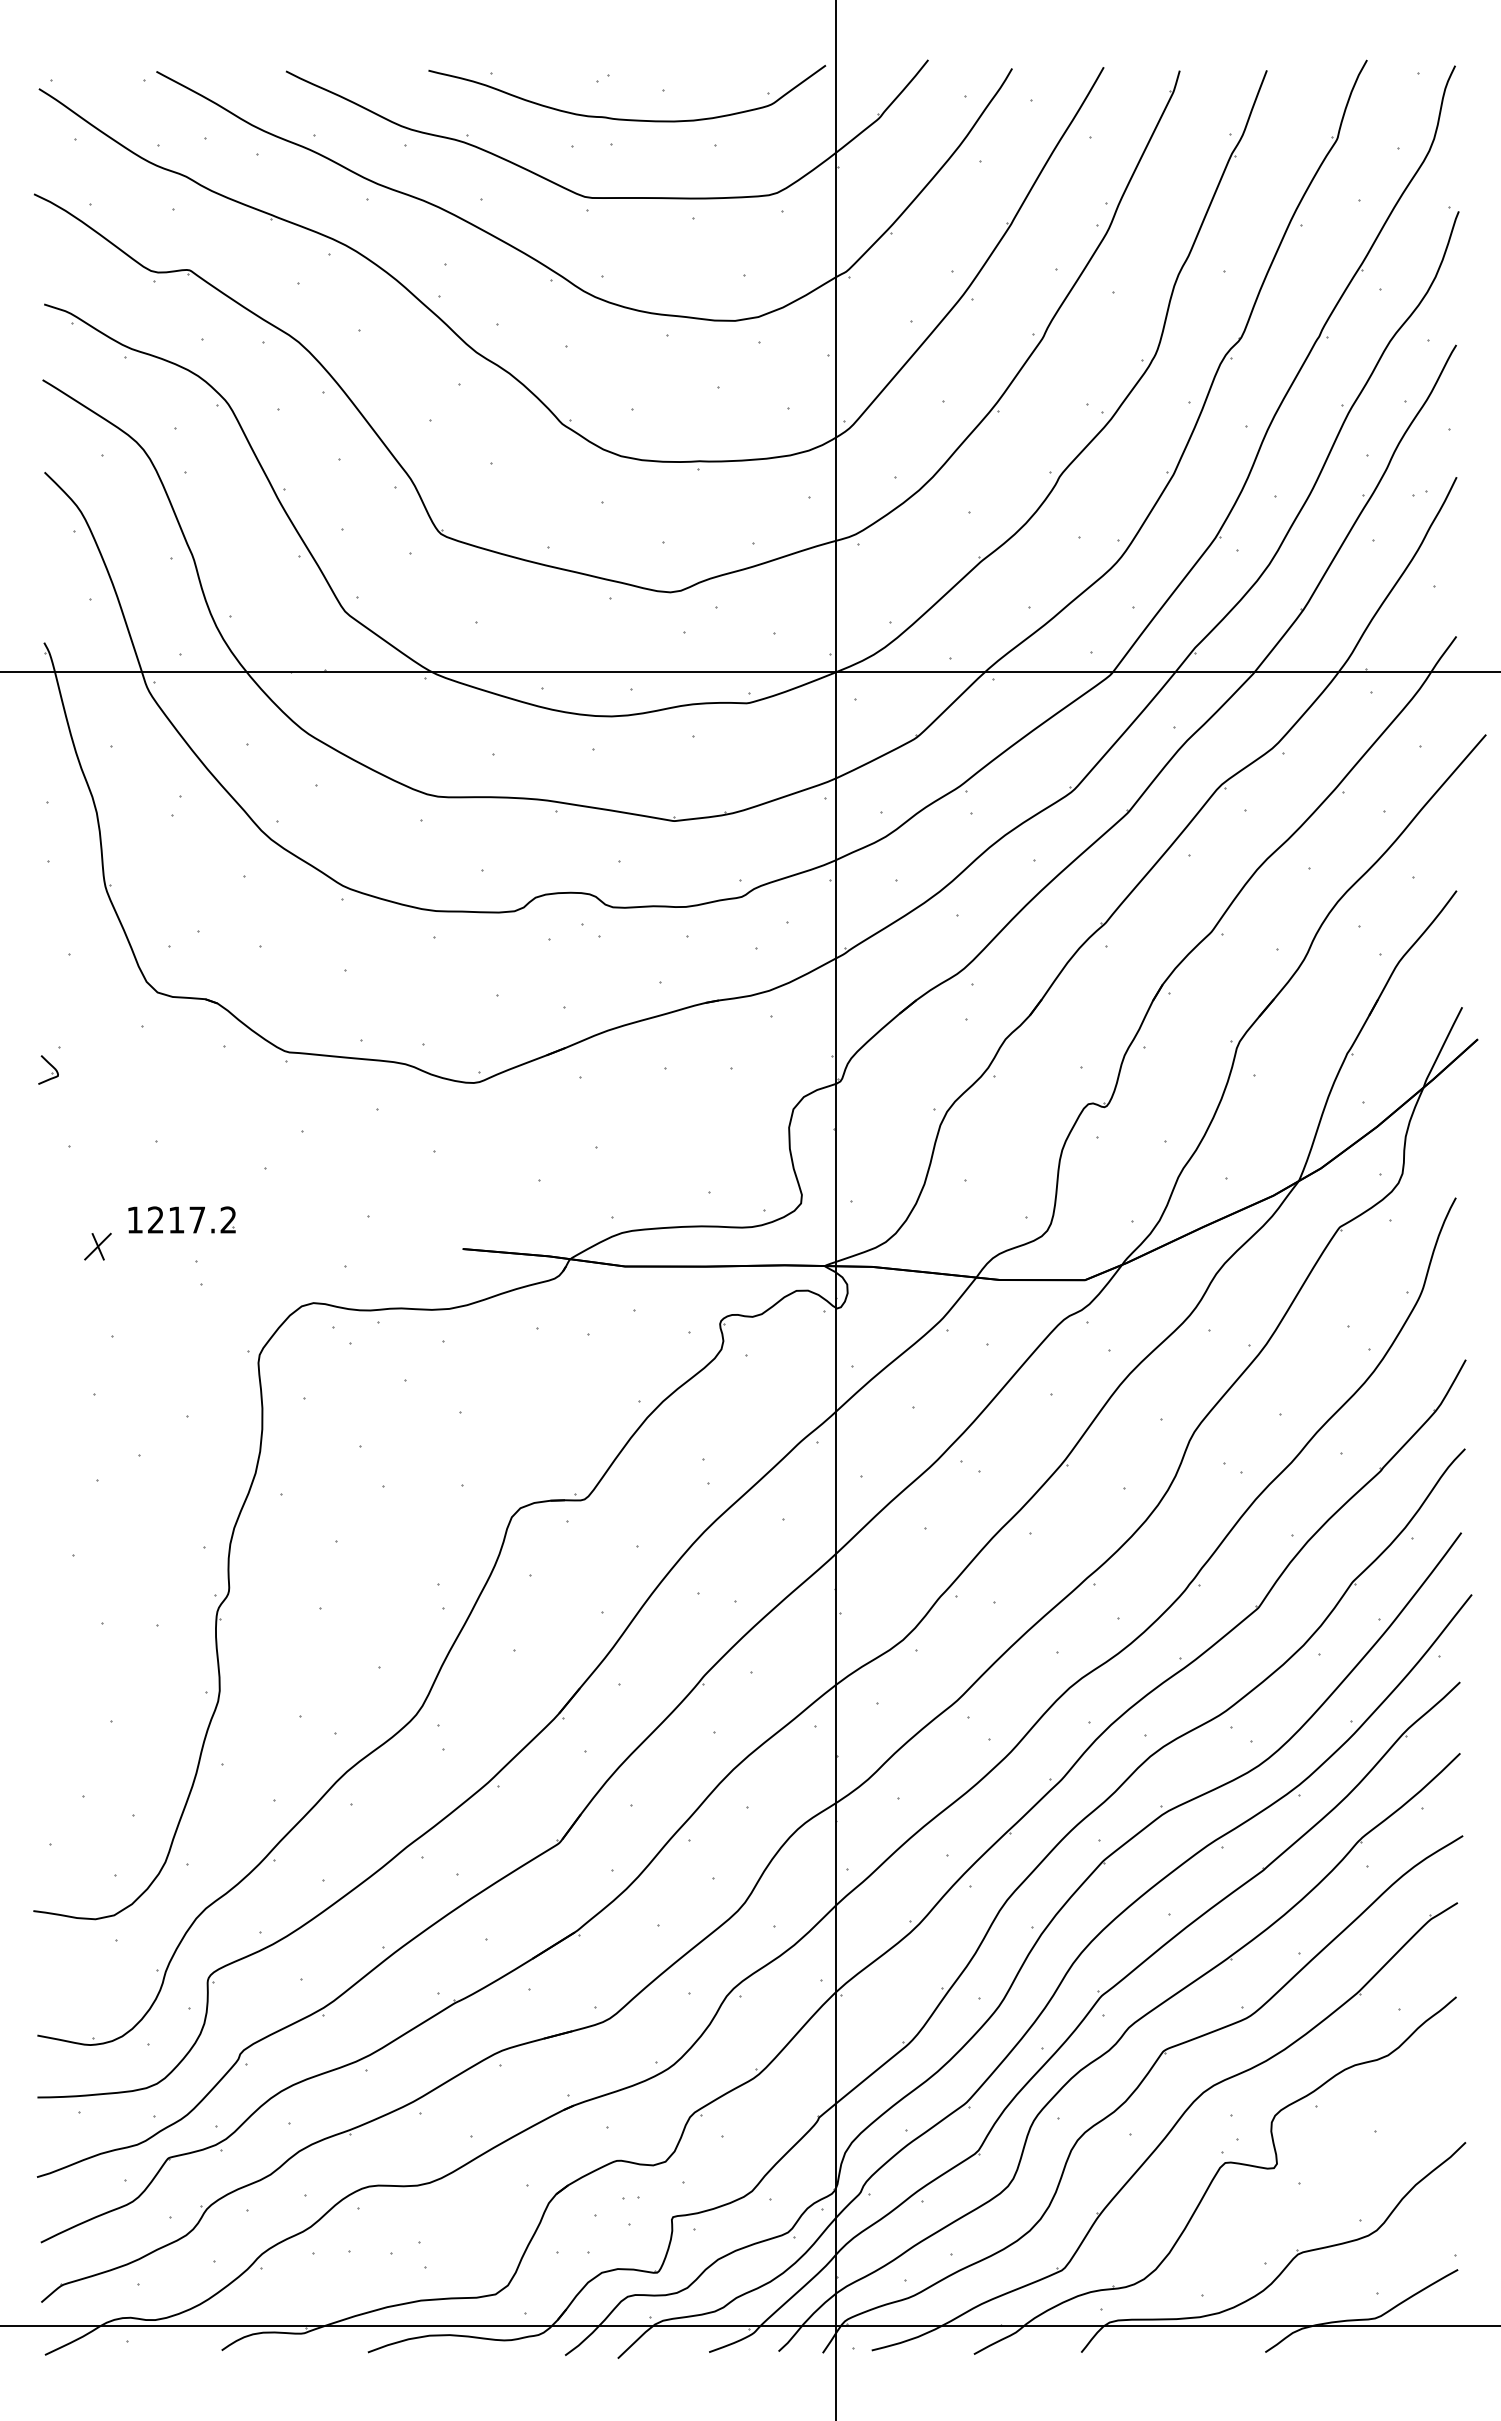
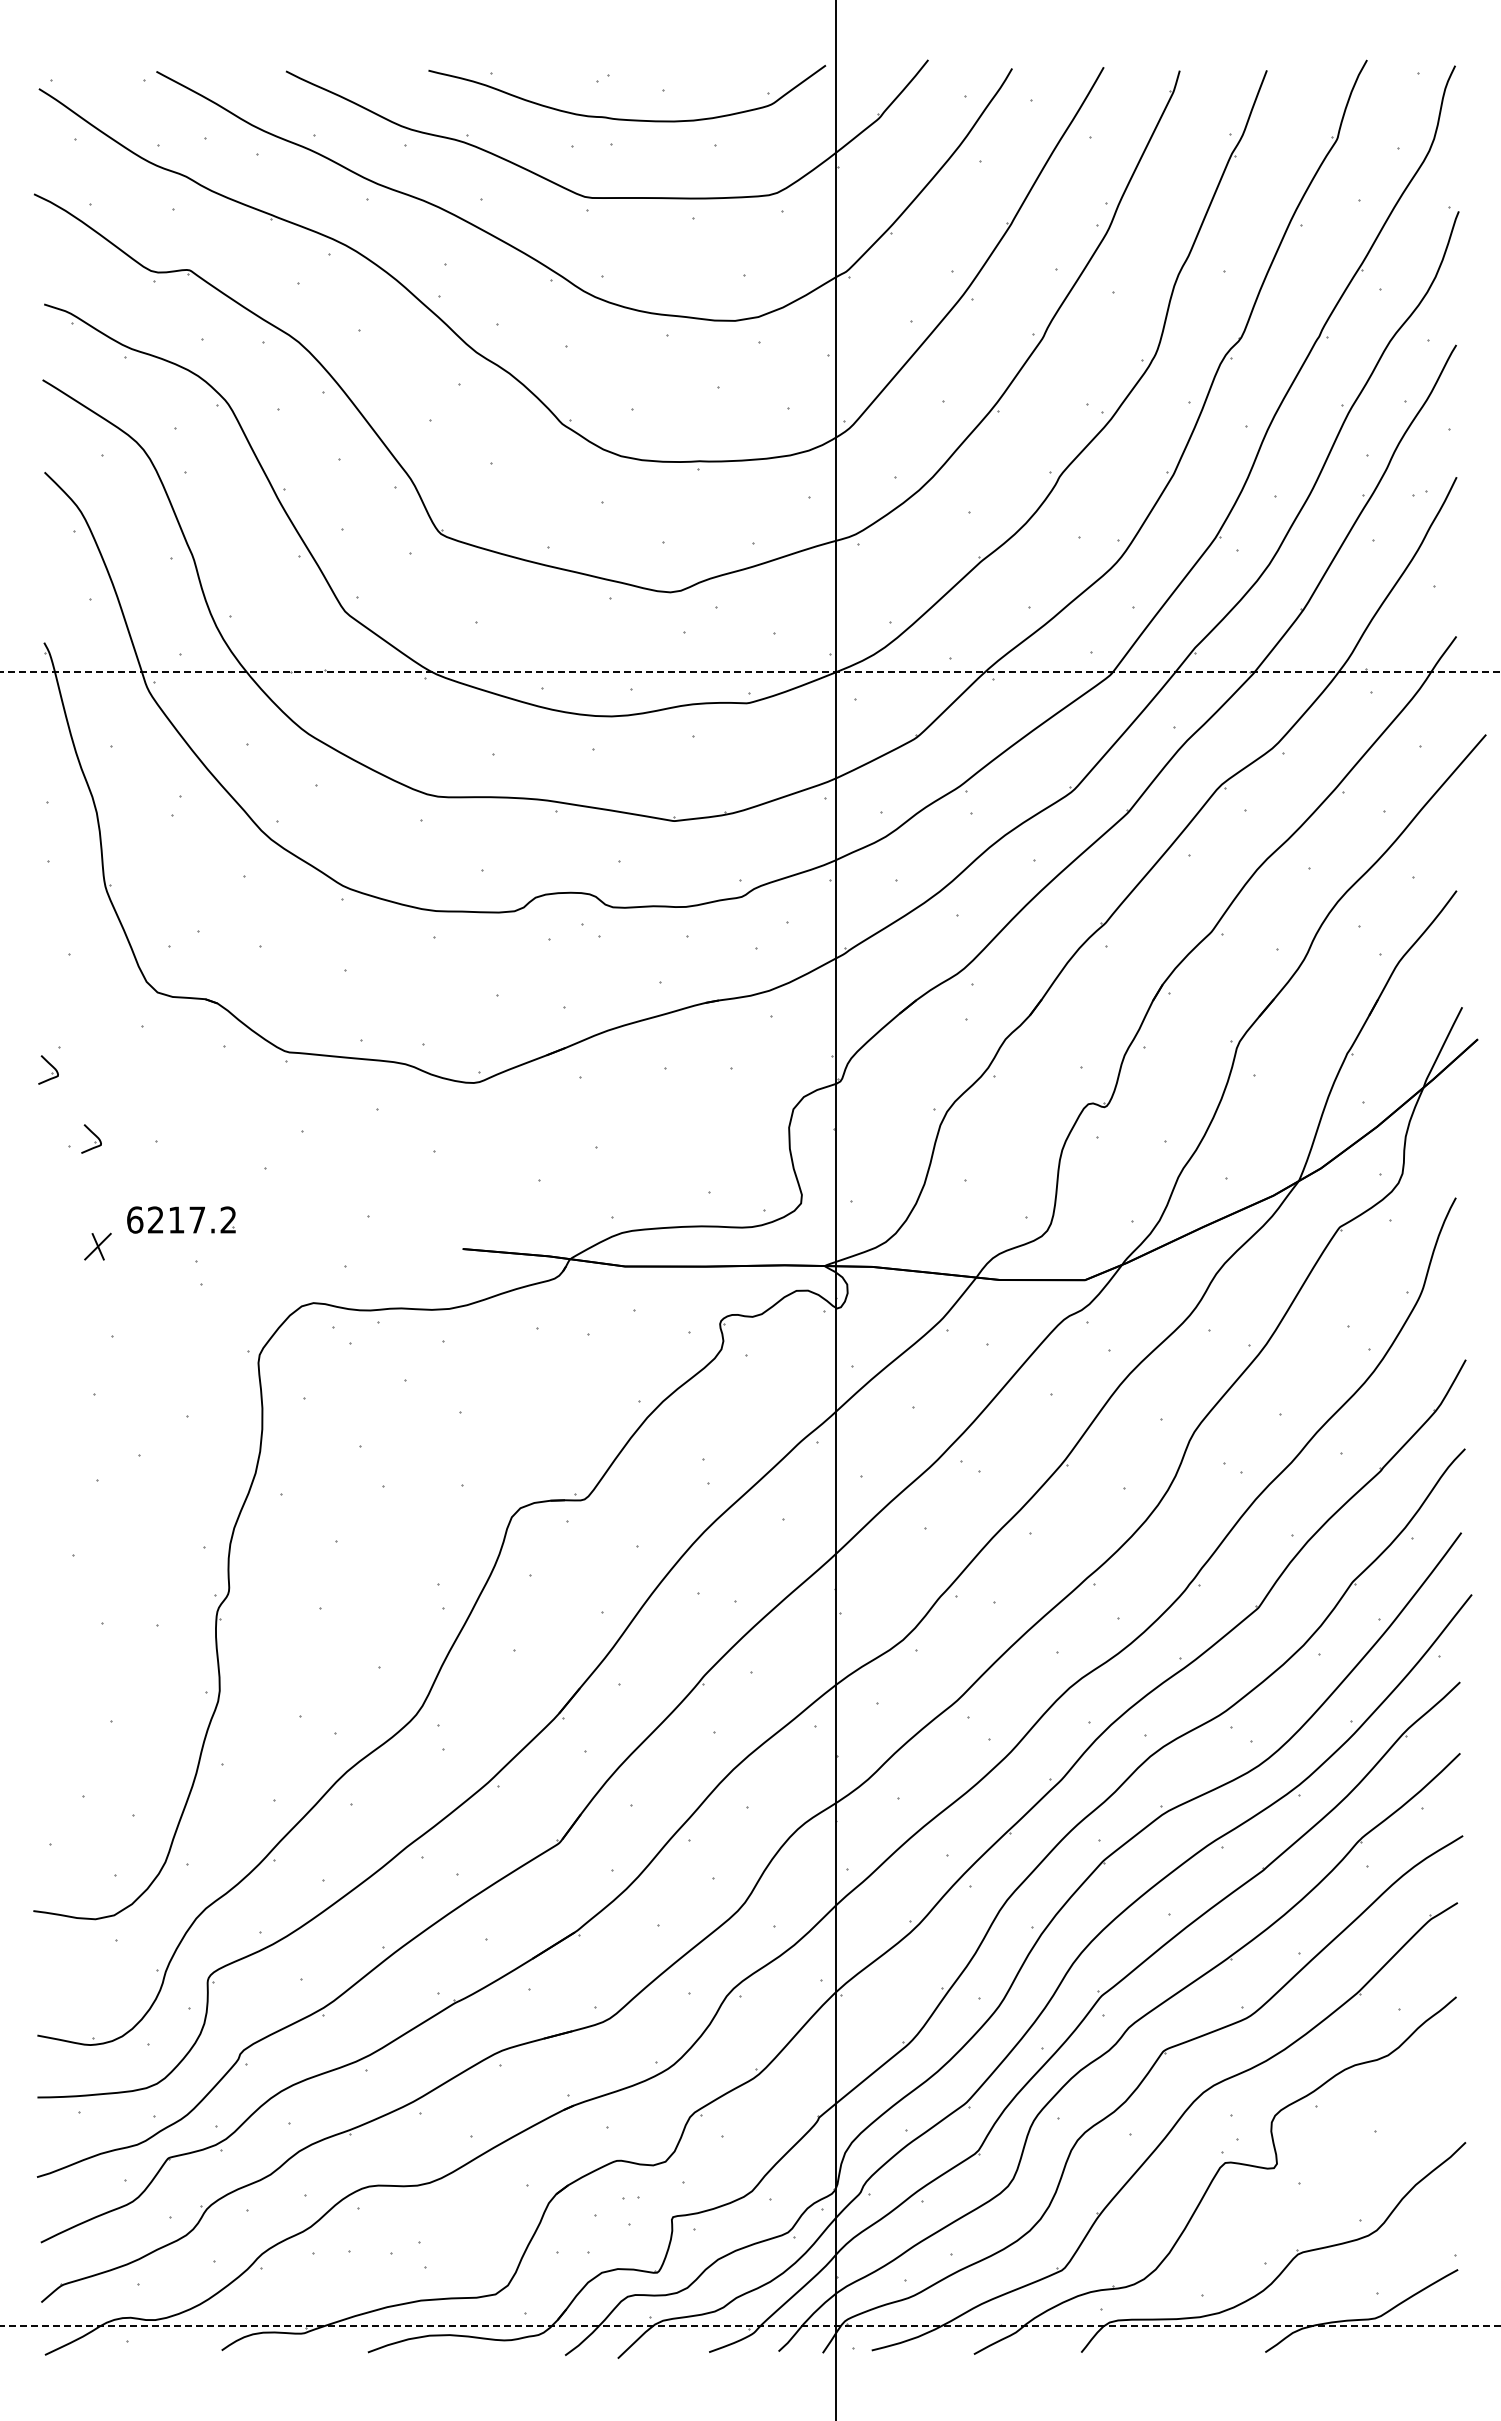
line at (749, 672): solid -> dashed
part at (91, 1138): none -> present
text at (135, 1219): 1217.2 -> 6217.2
line at (749, 2326): solid -> dashed
